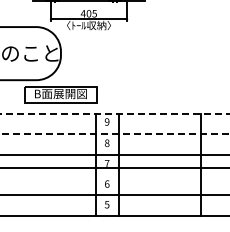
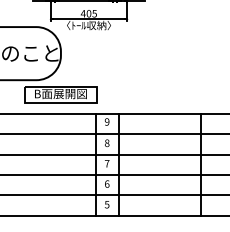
line at (115, 113): dashed -> solid
line at (115, 134): dashed -> solid
line at (114, 167) position: (114, 167) -> (114, 174)
